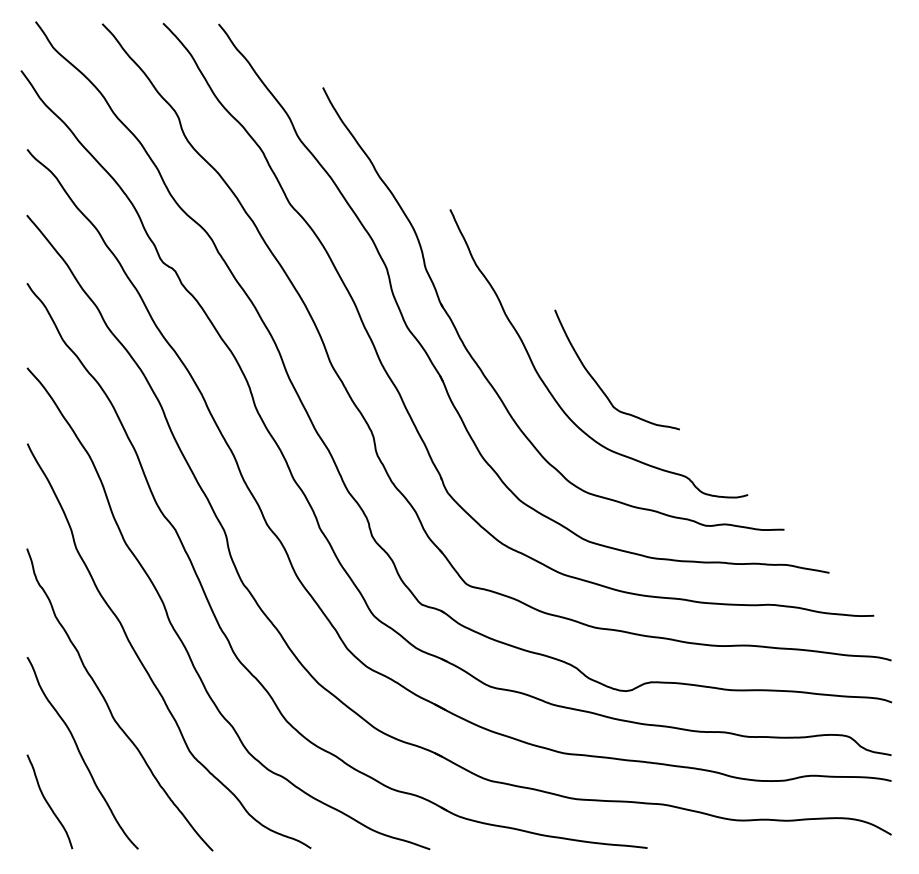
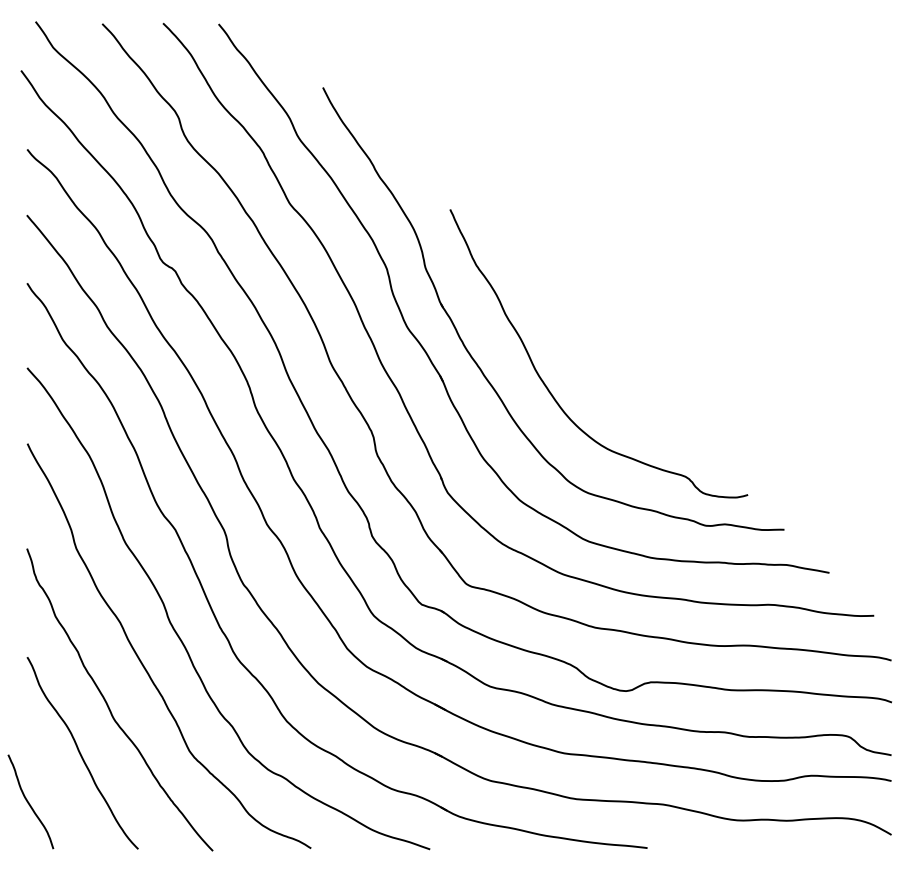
curve at (597, 382): present -> none
curve at (48, 802) position: (48, 802) -> (29, 802)
